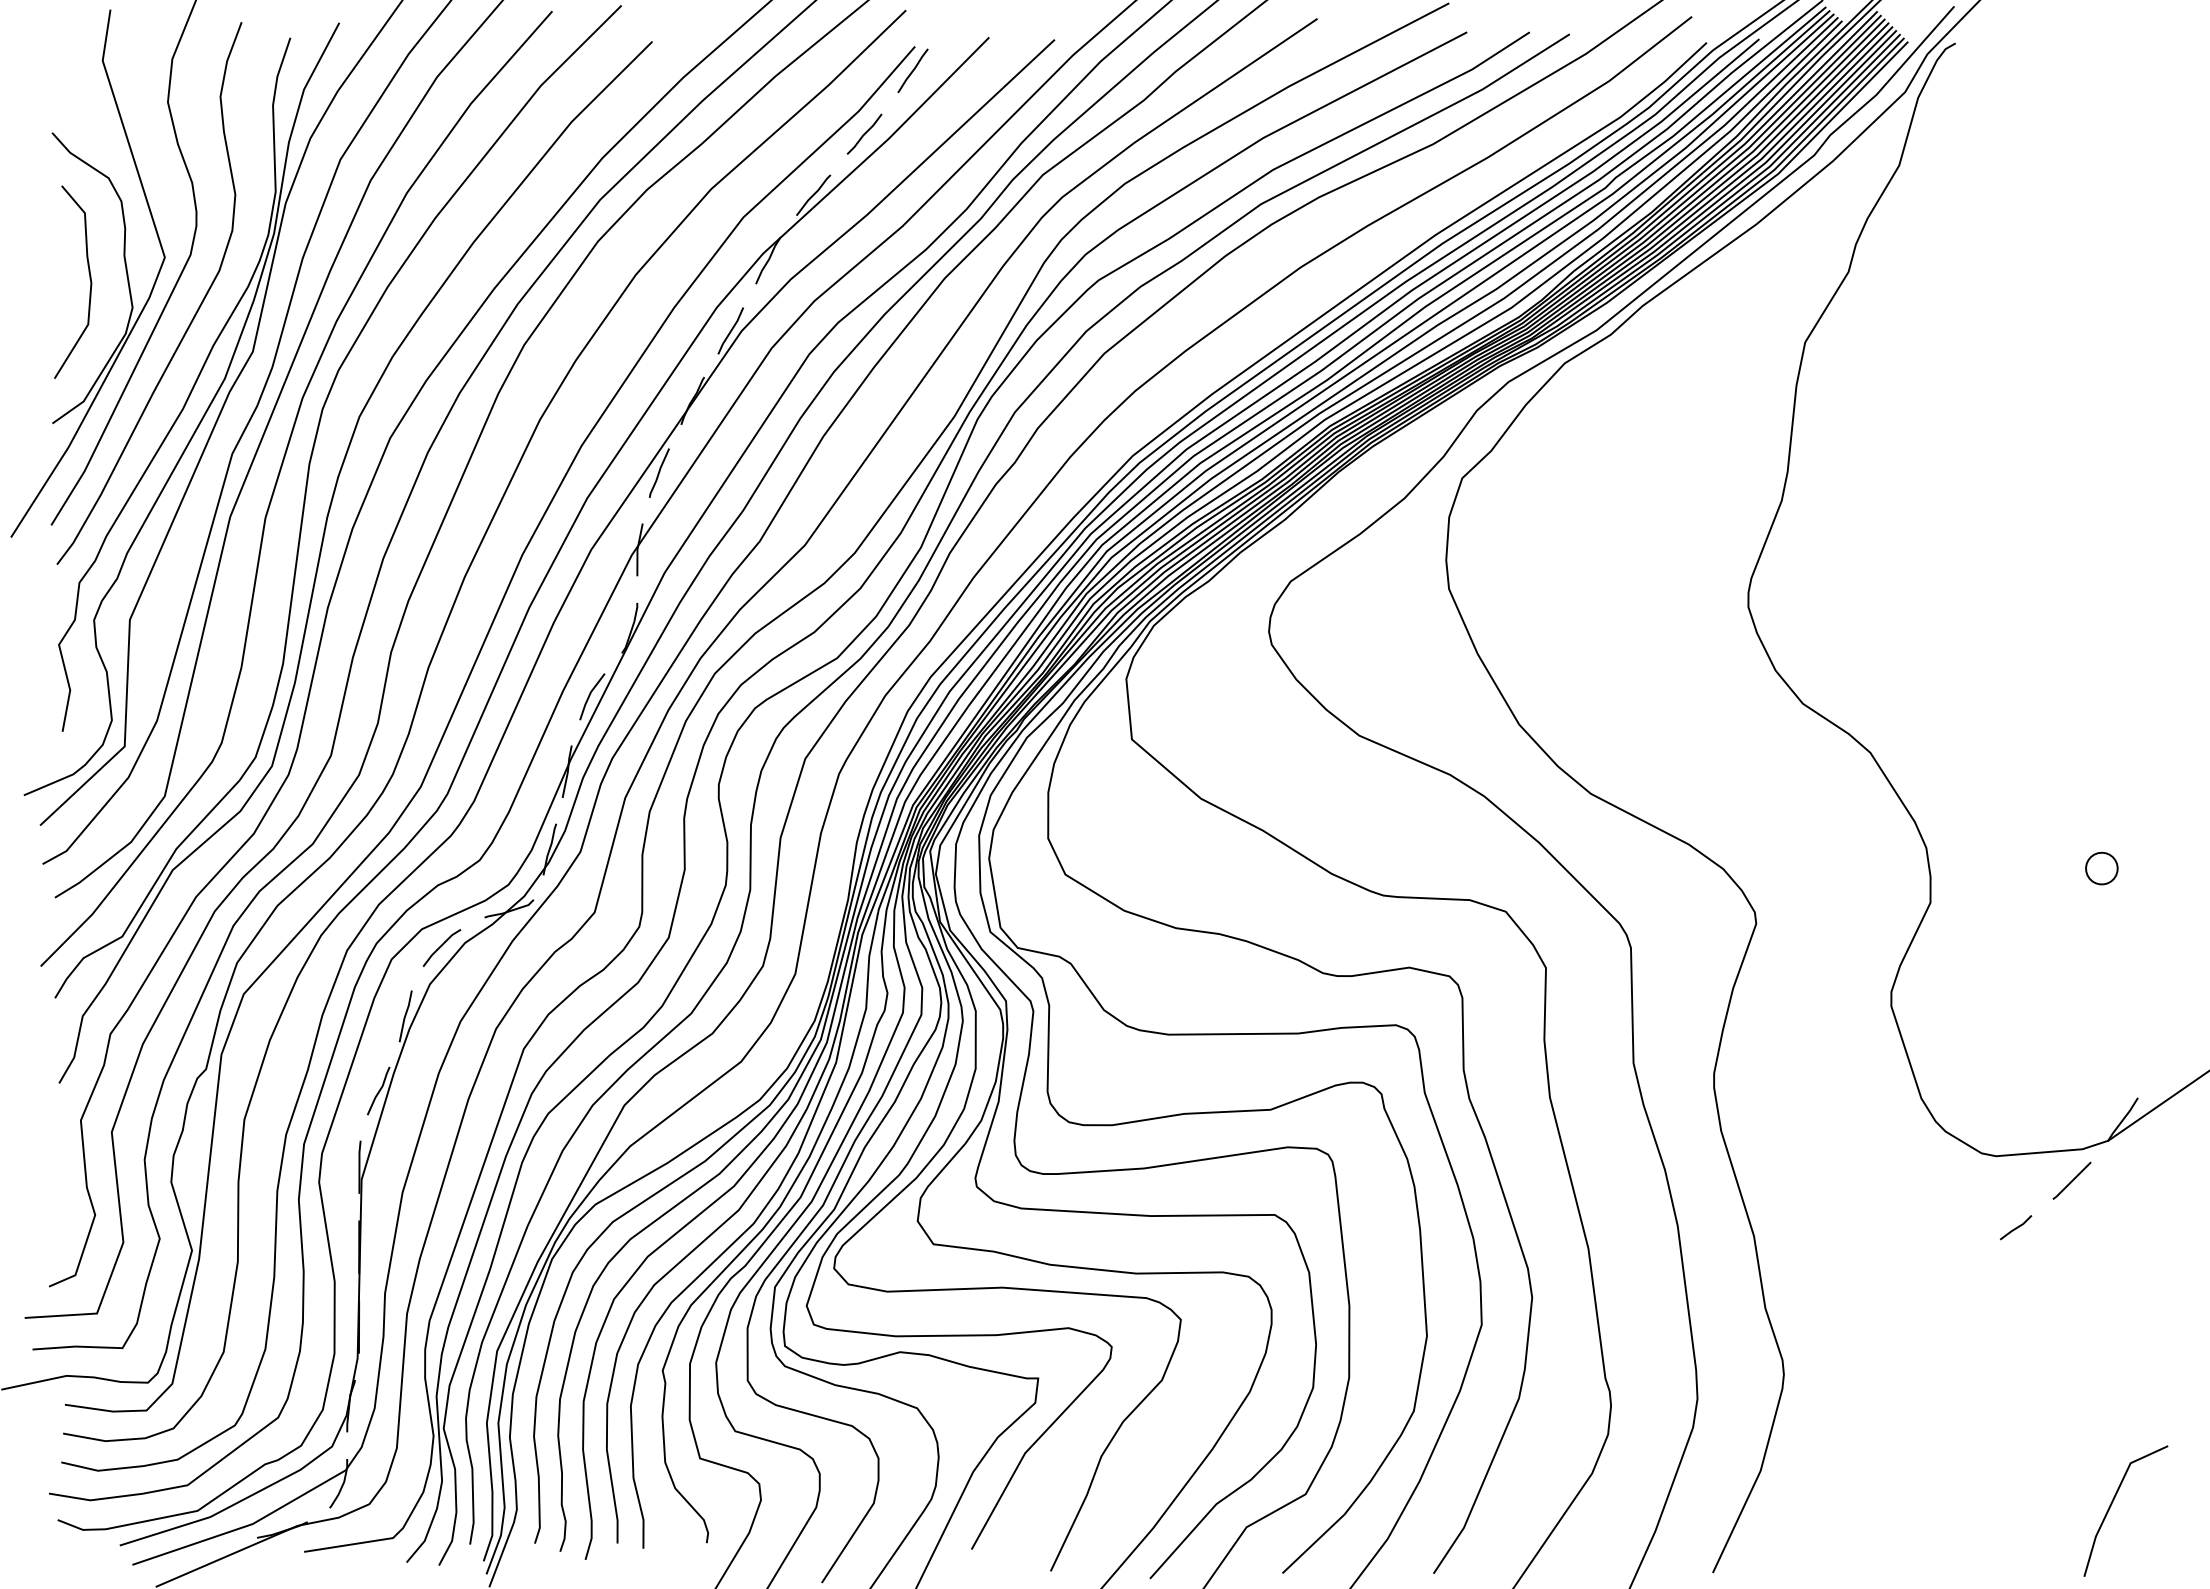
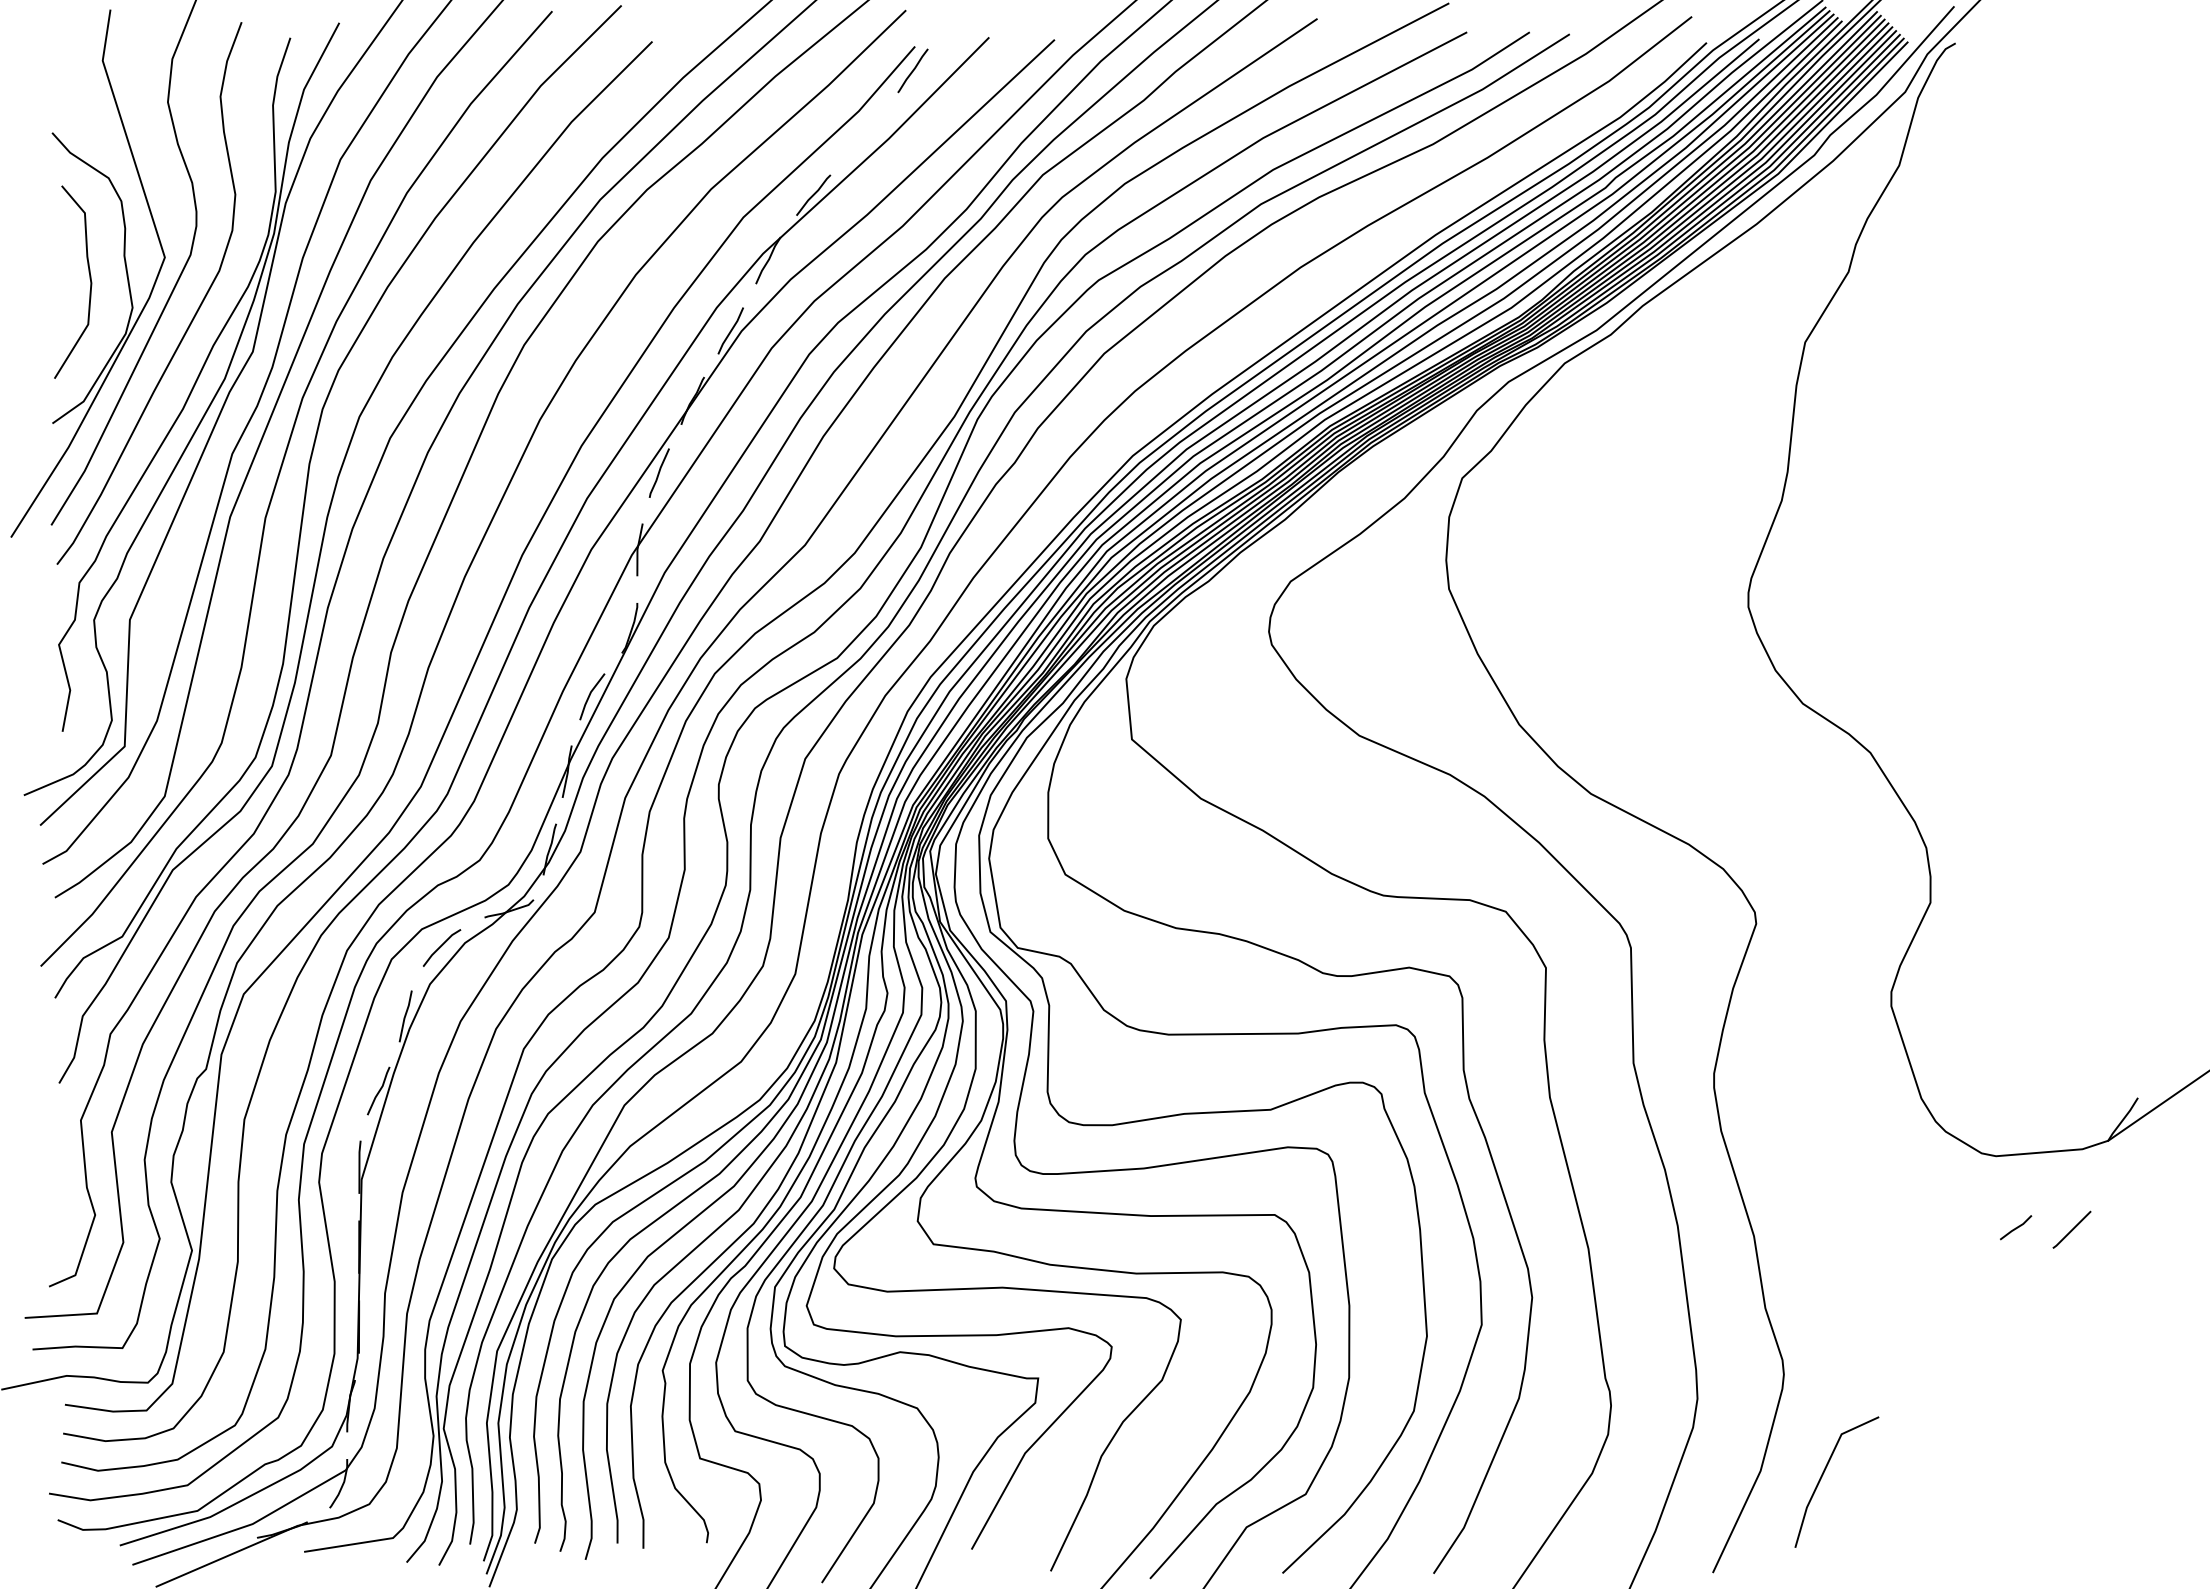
line at (864, 133): present -> none
part at (2101, 868): present -> none
line at (2071, 1180) position: (2071, 1180) -> (2071, 1229)
line at (2112, 1504) position: (2112, 1504) -> (1823, 1475)
